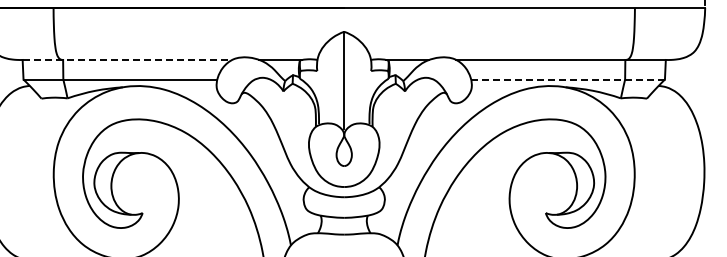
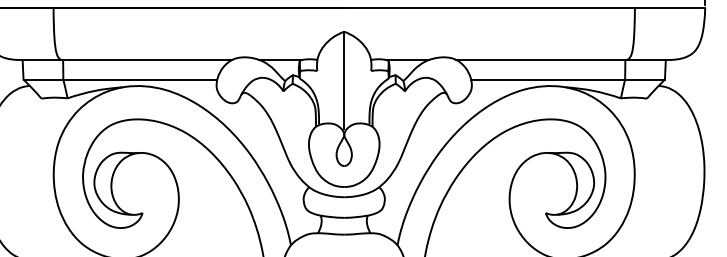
line at (127, 59): dashed -> solid
line at (568, 79): dashed -> solid
